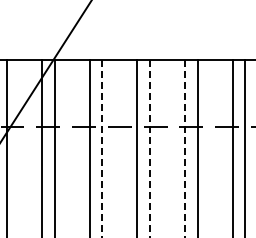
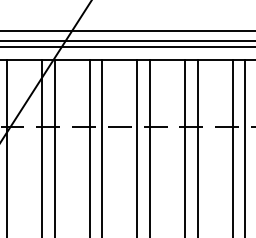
line at (127, 31): none -> present
line at (127, 40): none -> present
line at (127, 47): none -> present
line at (102, 148): dashed -> solid
line at (150, 148): dashed -> solid
line at (185, 148): dashed -> solid
